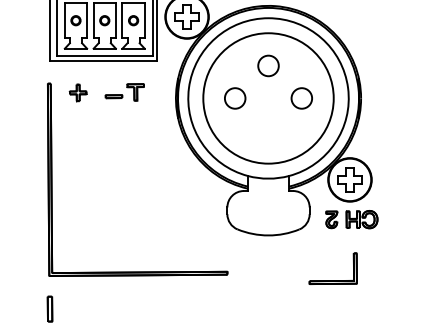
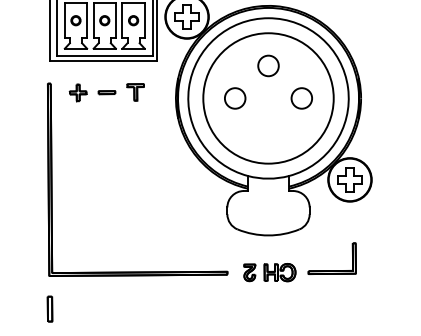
part at (113, 96) position: (113, 96) -> (106, 92)
part at (351, 219) position: (351, 219) -> (269, 272)
part at (332, 280) position: (332, 280) -> (331, 270)
